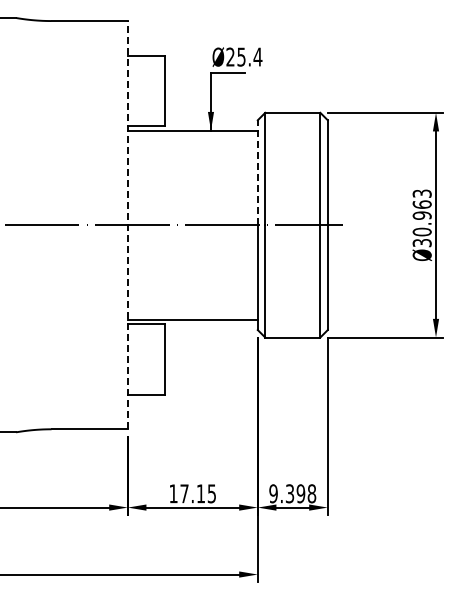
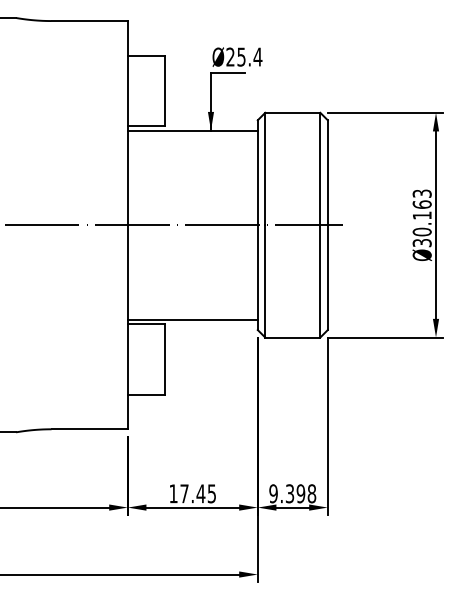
line at (257, 172): dashed -> solid
text at (421, 215): Ø30.963 -> Ø30.163
line at (127, 224): dashed -> solid
text at (200, 493): 17.15 -> 17.45
